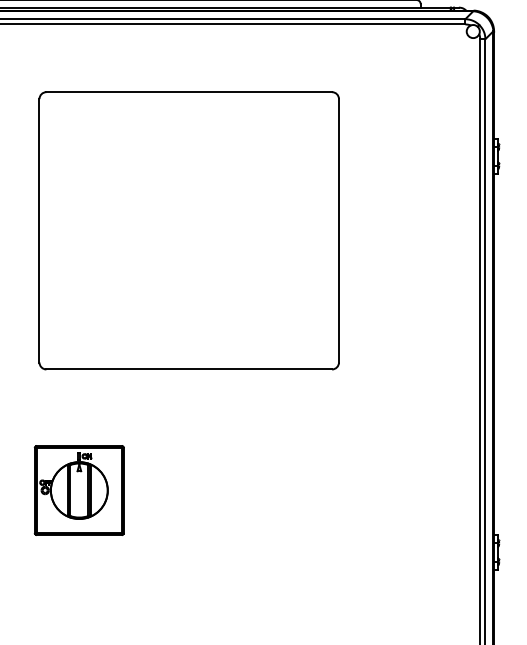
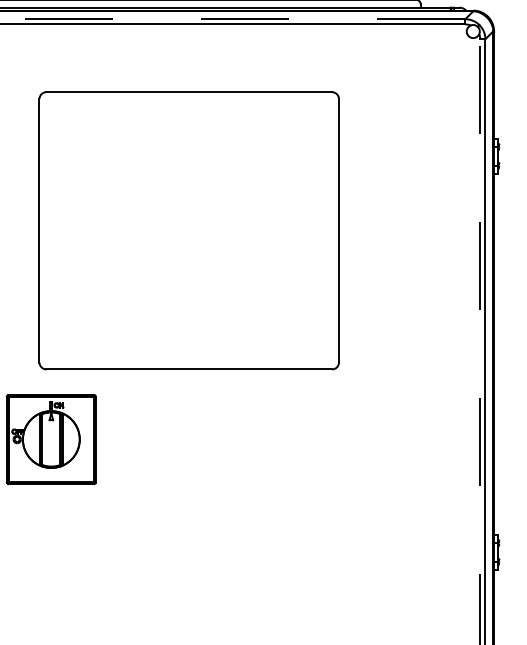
line at (232, 19): solid -> dashed
line at (480, 341): solid -> dashed
part at (78, 490) position: (78, 490) -> (50, 439)
